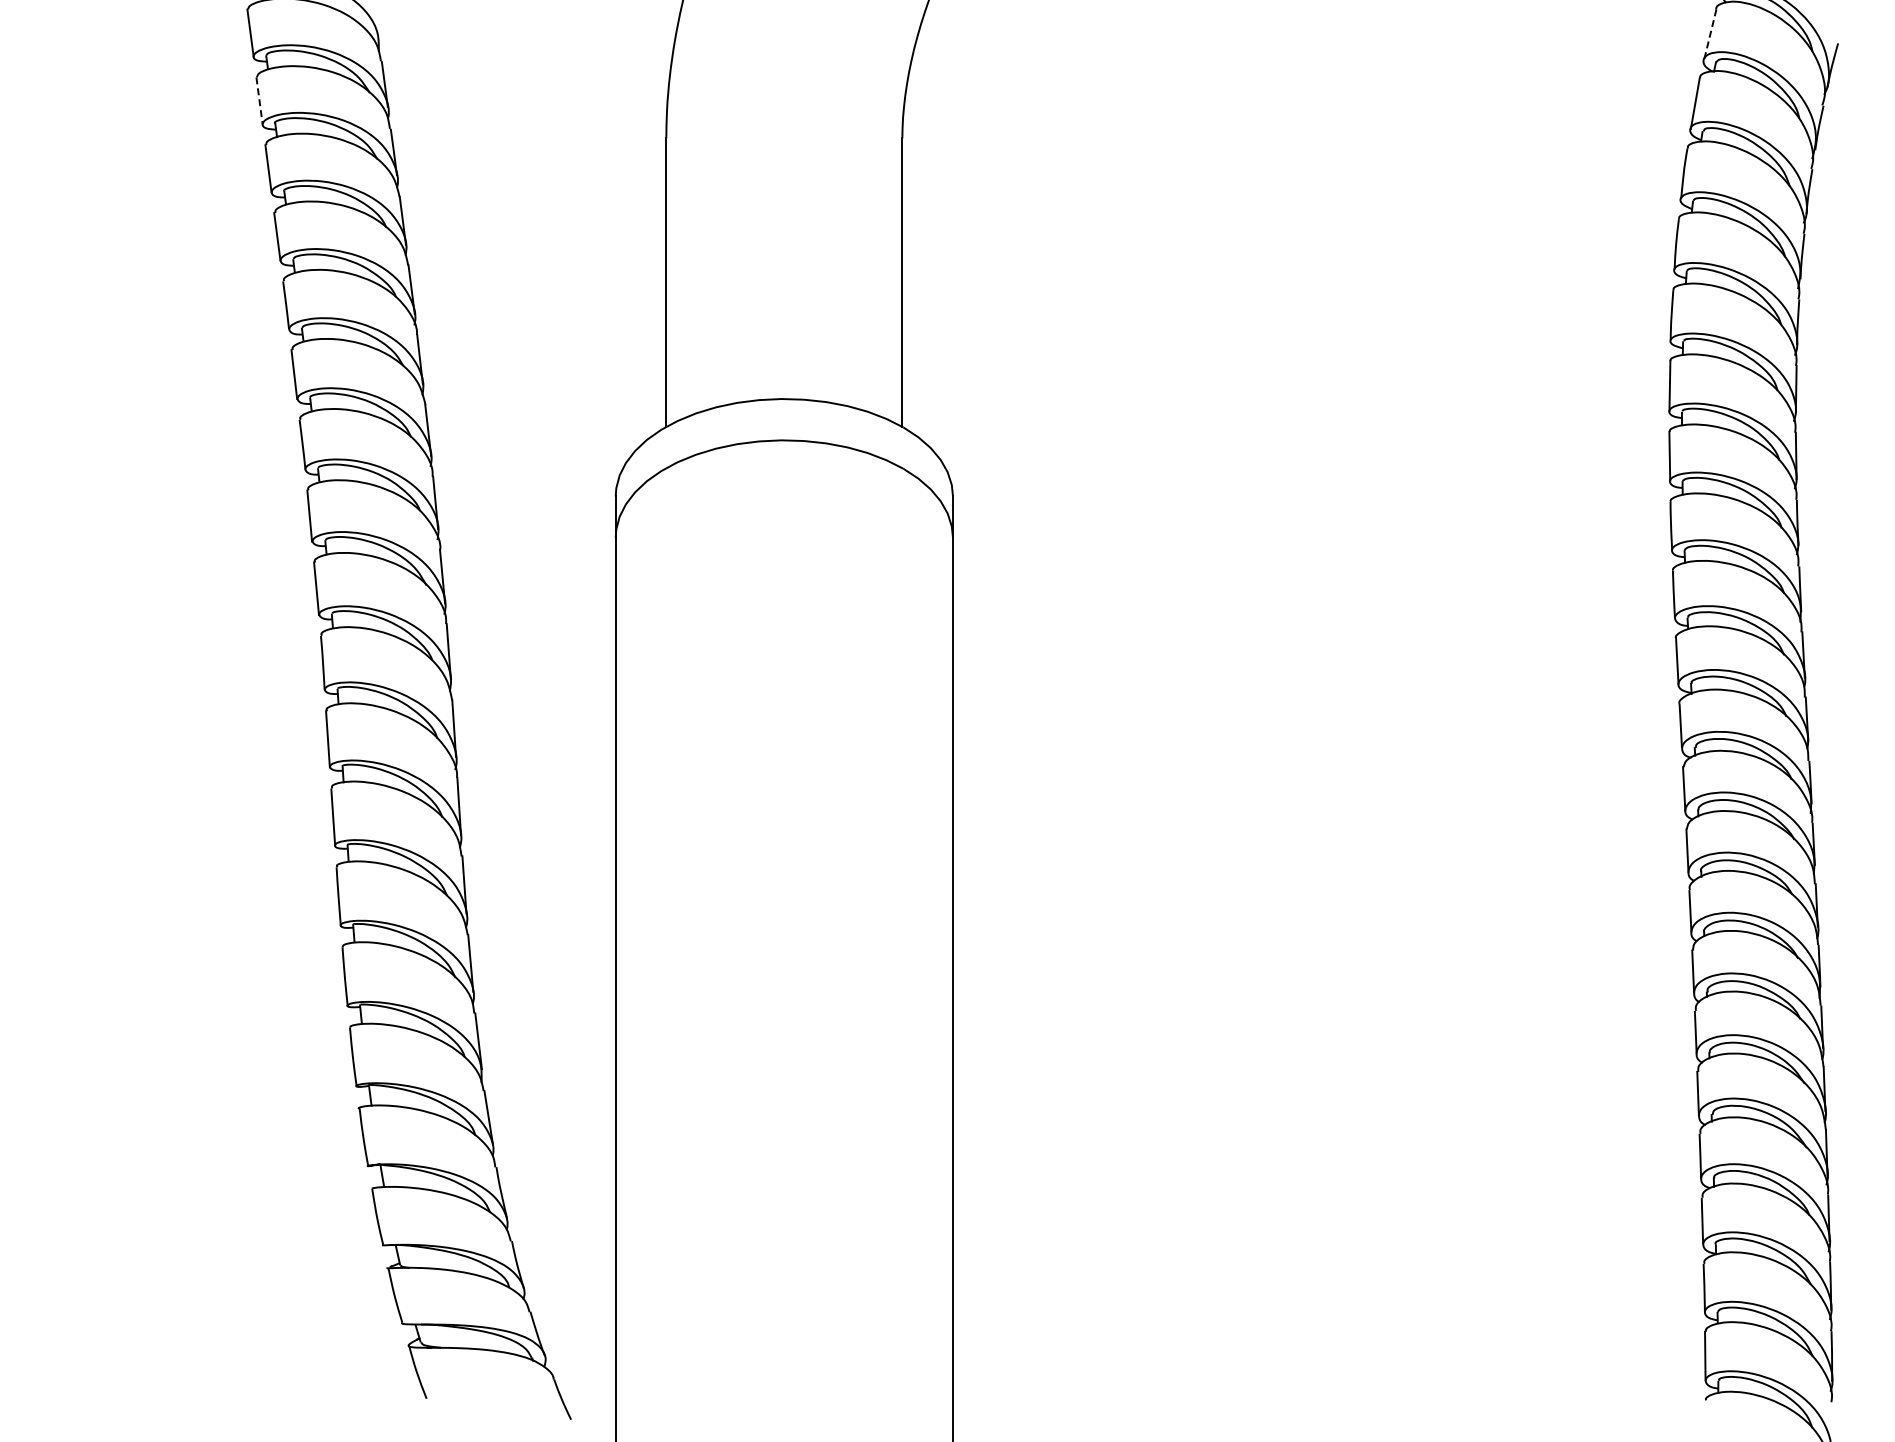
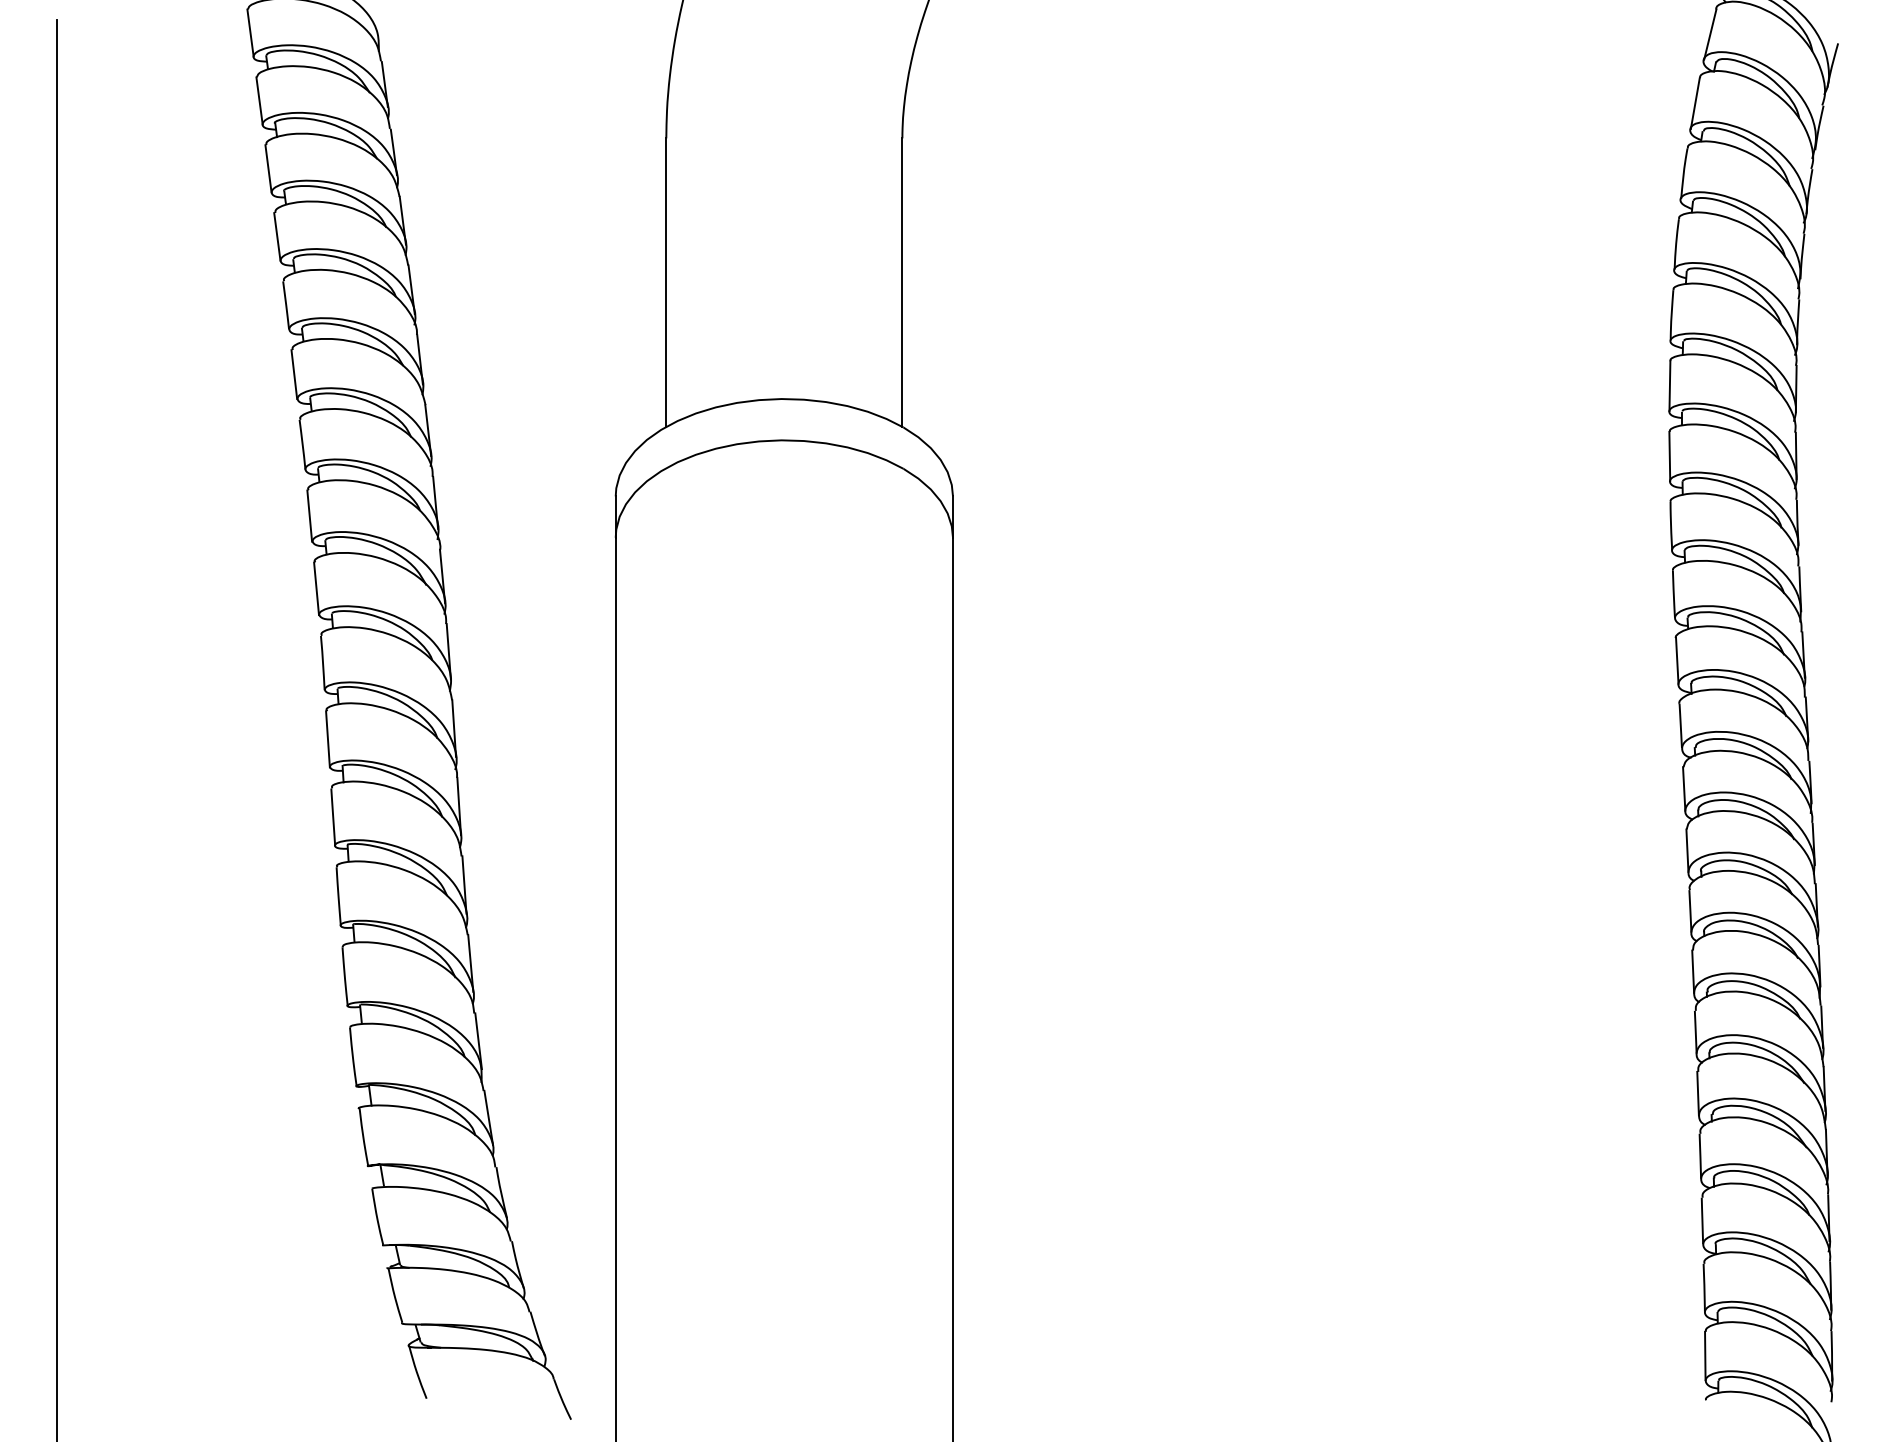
line at (1710, 34): dashed -> solid
line at (259, 100): dashed -> solid
line at (56, 729): none -> present
